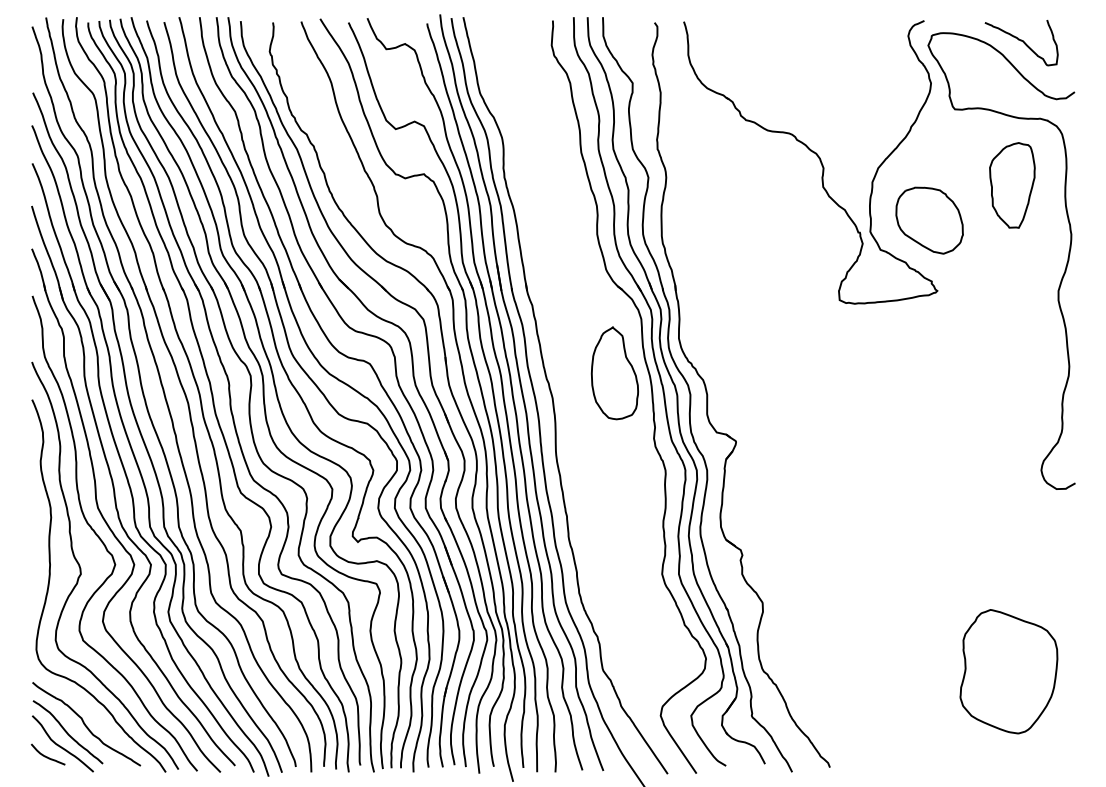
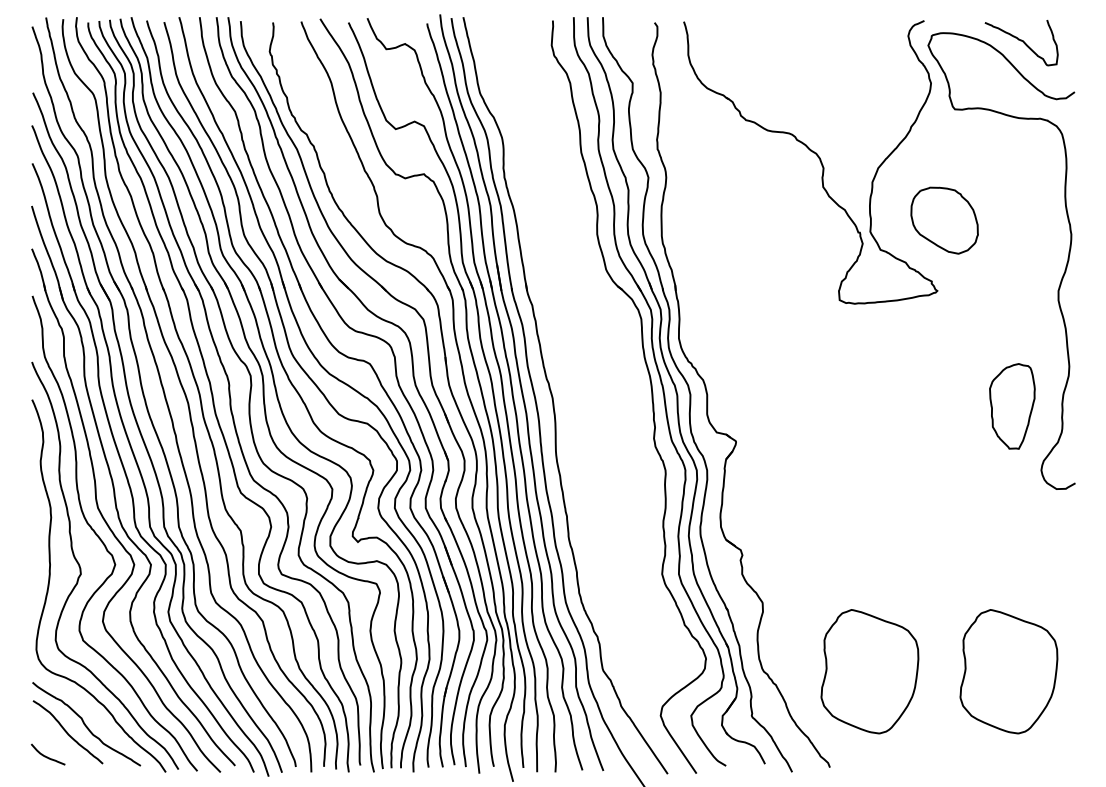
part at (1012, 185) position: (1012, 185) -> (1012, 406)
part at (929, 220) position: (929, 220) -> (944, 220)
part at (614, 373): present -> none
part at (869, 671): none -> present
curve at (60, 745): present -> none
